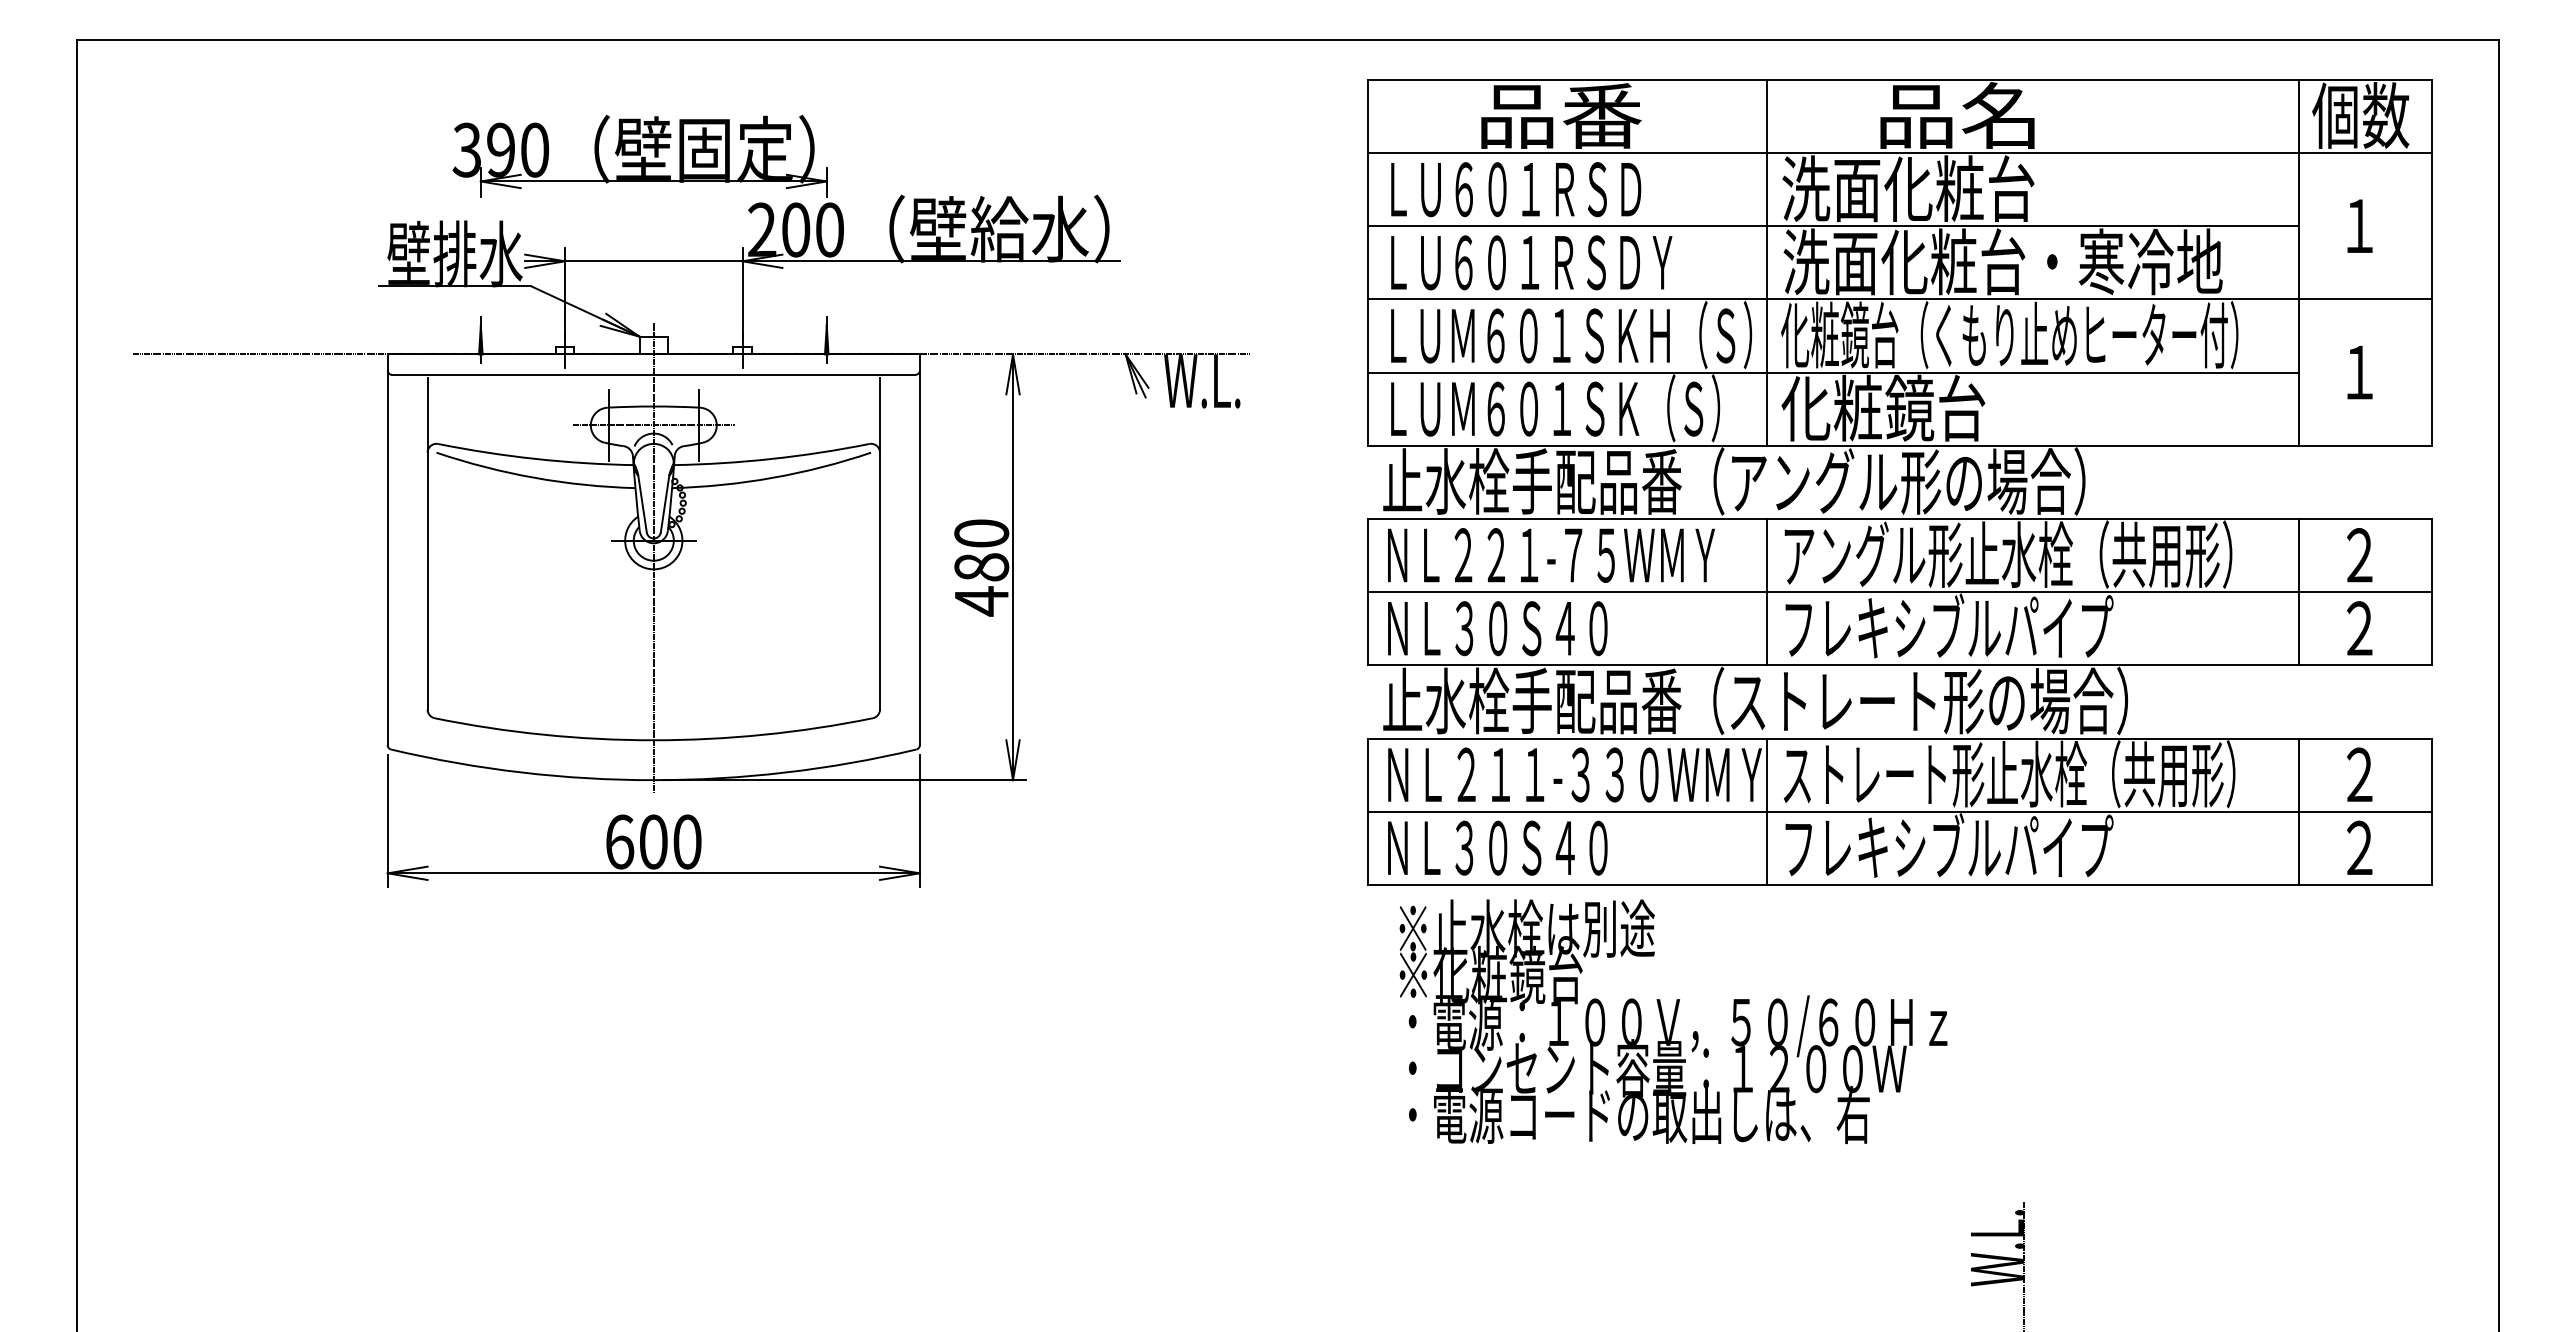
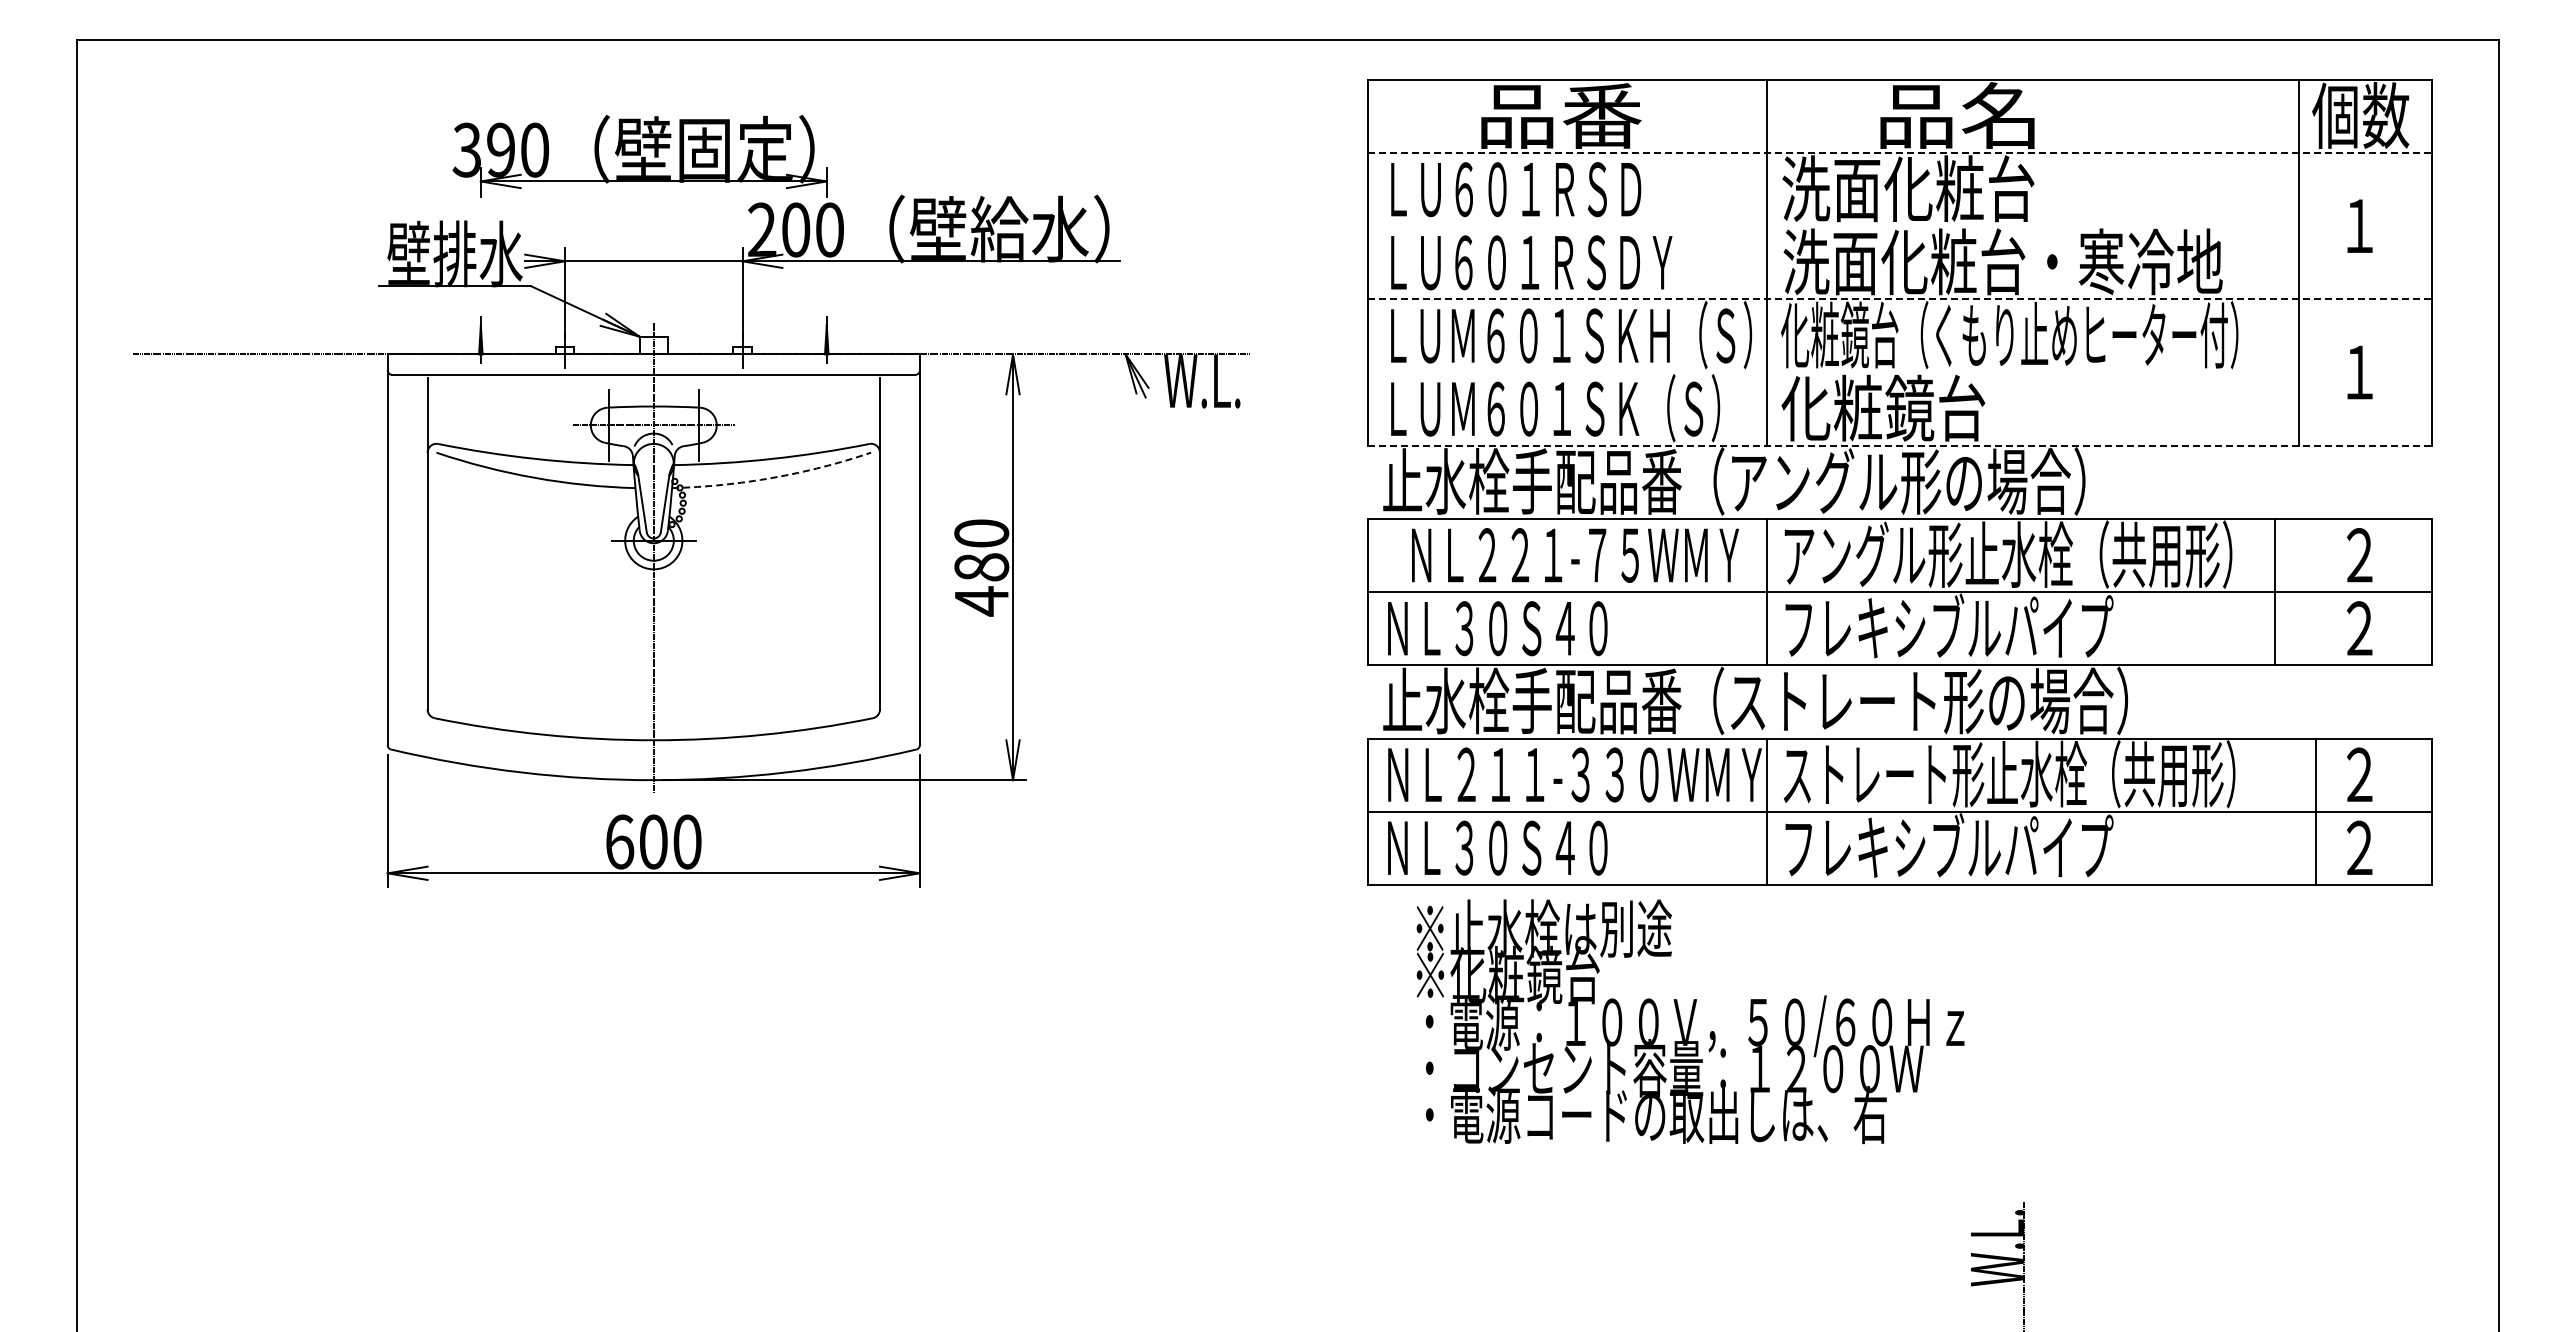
line at (1900, 153): solid -> dashed
line at (1833, 226): present -> none
line at (1900, 299): solid -> dashed
line at (1833, 372): present -> none
line at (1900, 445): solid -> dashed
arc at (772, 477): solid -> dashed
text at (1551, 555) position: (1551, 555) -> (1575, 555)
line at (2299, 591) position: (2299, 591) -> (2275, 591)
line at (2299, 811) position: (2299, 811) -> (2316, 811)
text at (1673, 1021) position: (1673, 1021) -> (1690, 1021)
